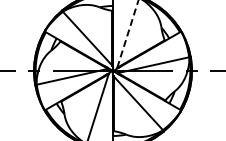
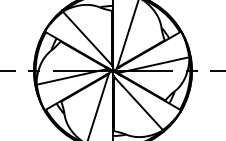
line at (127, 34): dashed -> solid
